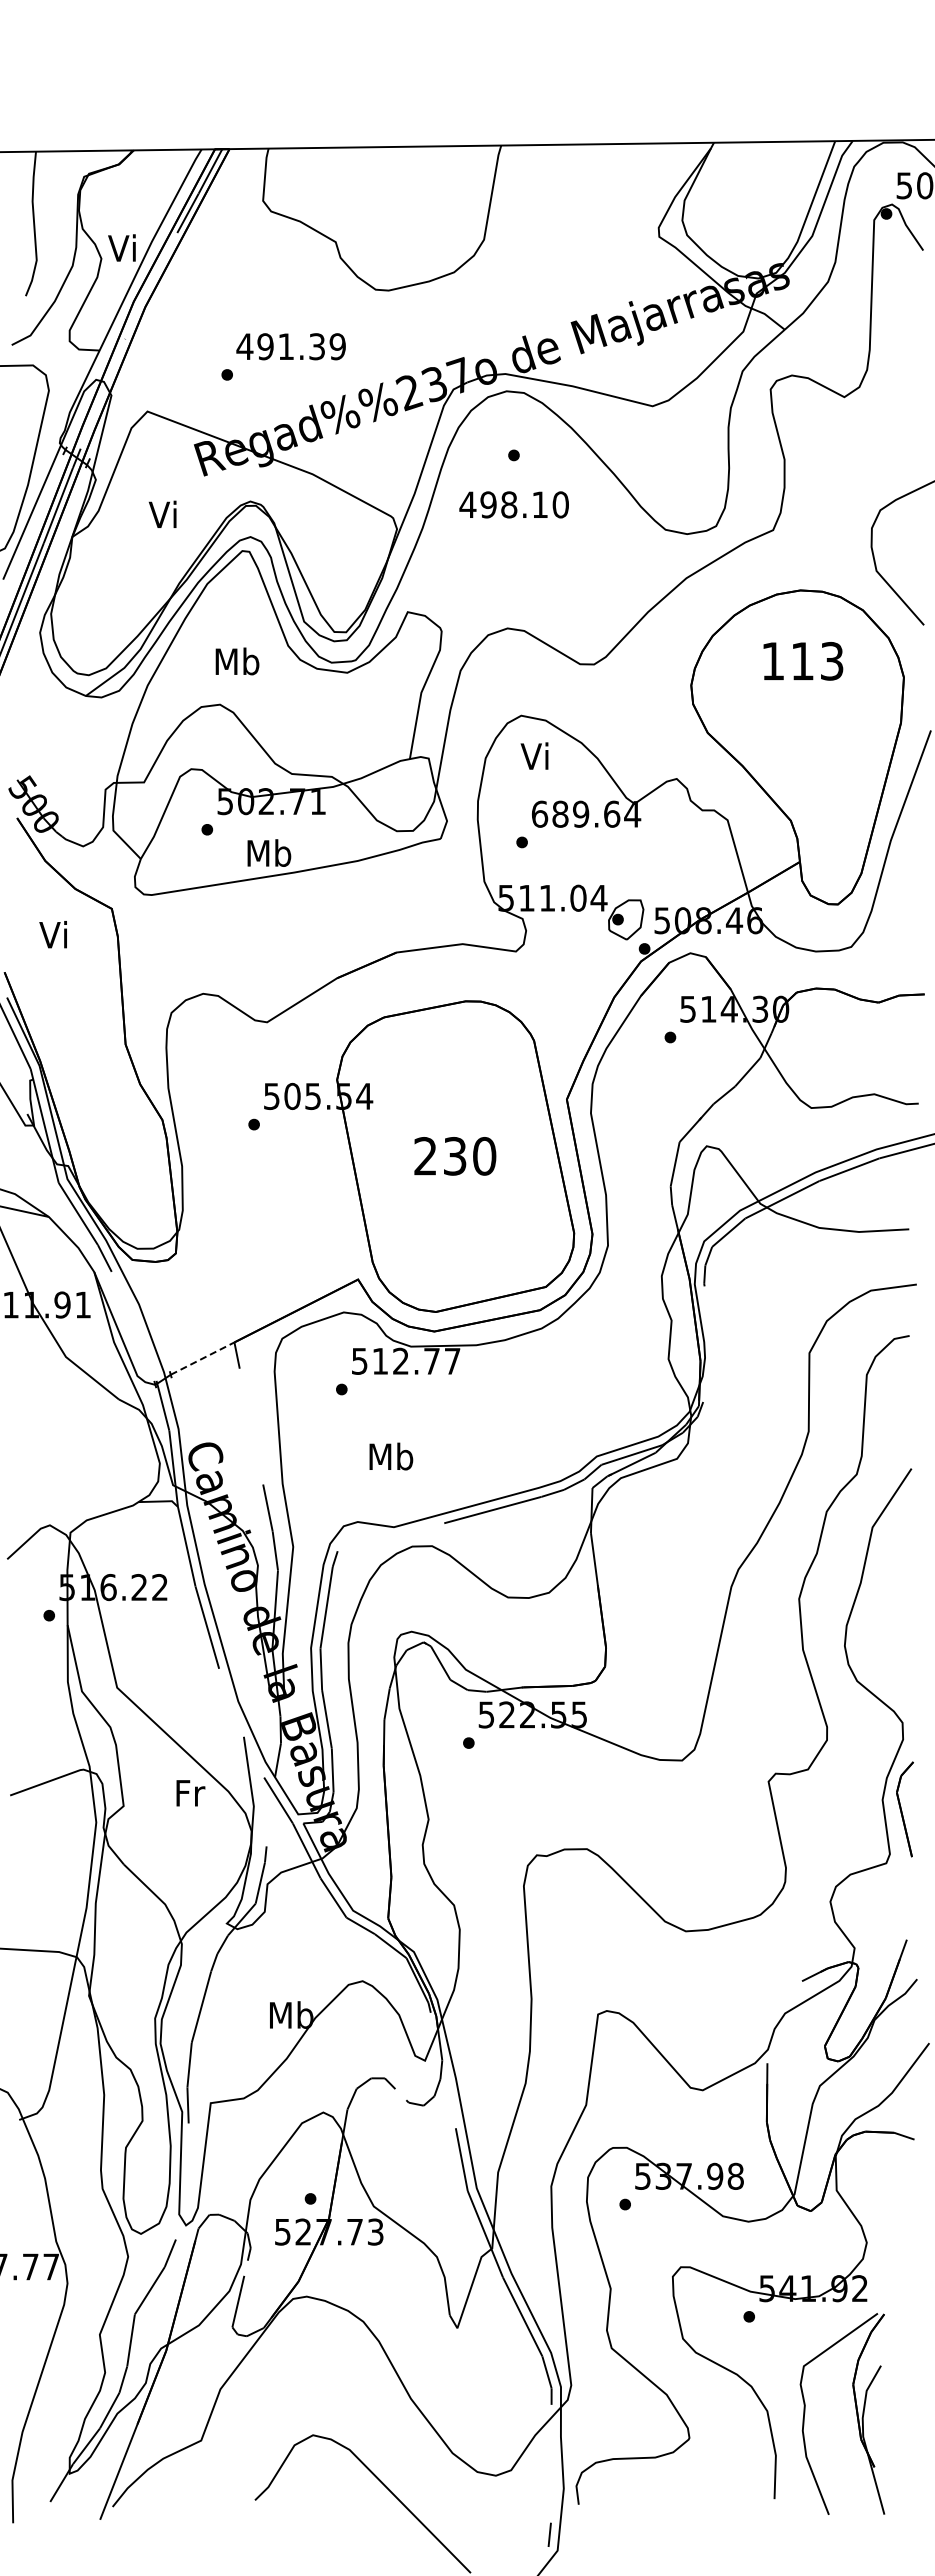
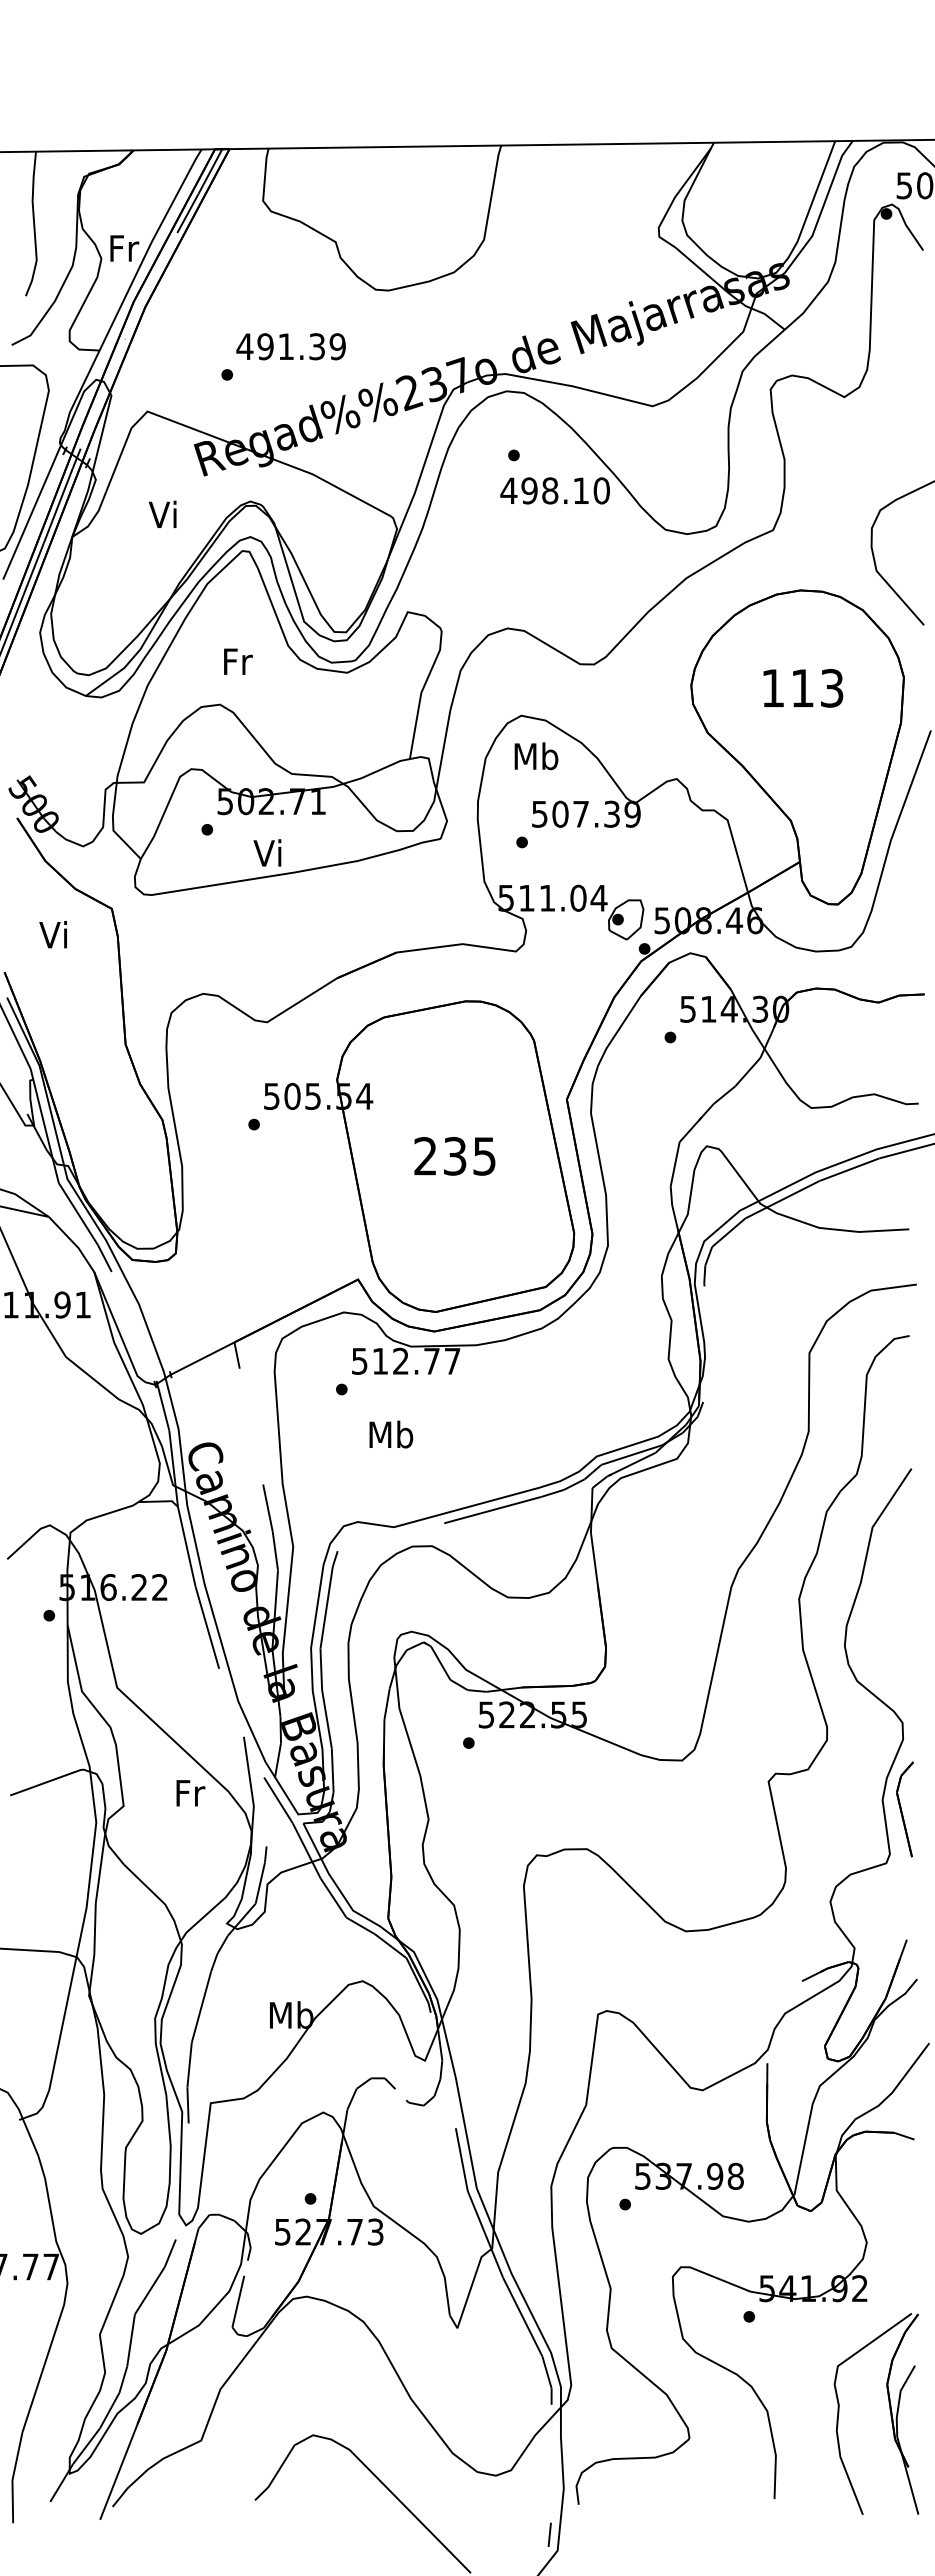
text at (123, 247): Vi -> Fr
text at (513, 504) position: (513, 504) -> (554, 490)
text at (237, 661): Mb -> Fr
text at (803, 661) position: (803, 661) -> (803, 688)
text at (536, 756): Vi -> Mb
text at (586, 813): 689.64 -> 507.39
text at (269, 852): Mb -> Vi
text at (484, 1156): 230 -> 235
line at (202, 1358): dashed -> solid
text at (391, 1456) position: (391, 1456) -> (391, 1434)
part at (855, 2409) position: (855, 2409) -> (889, 2409)
